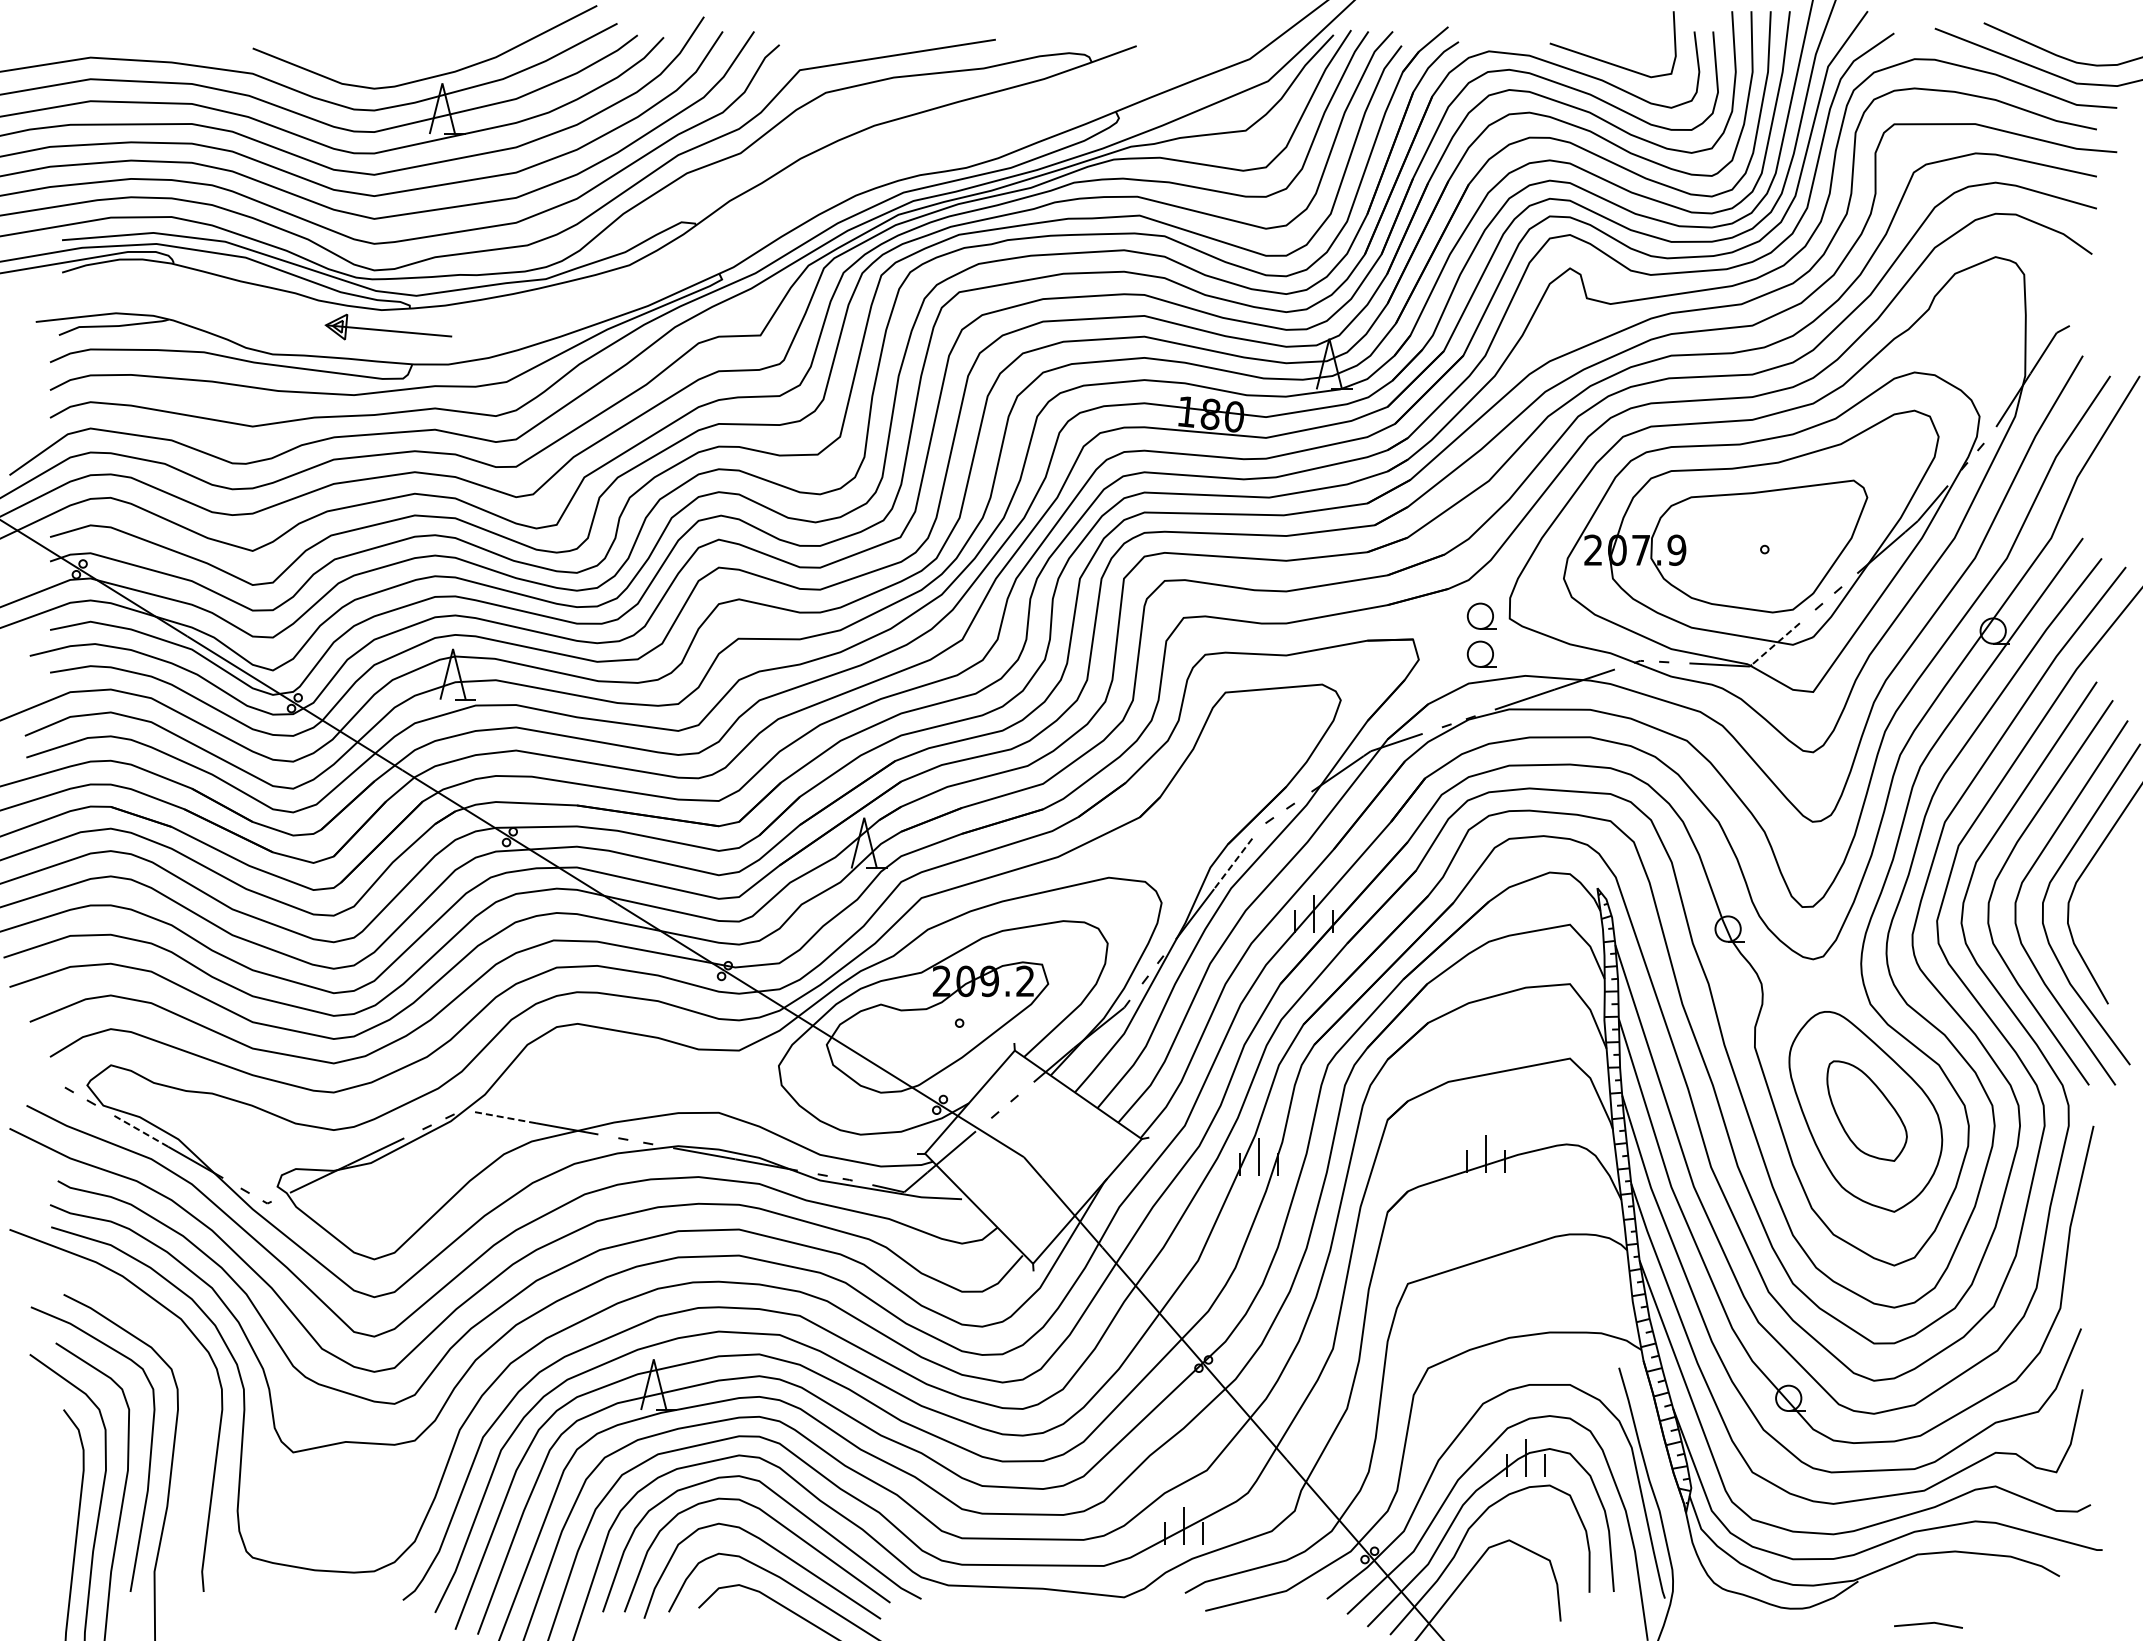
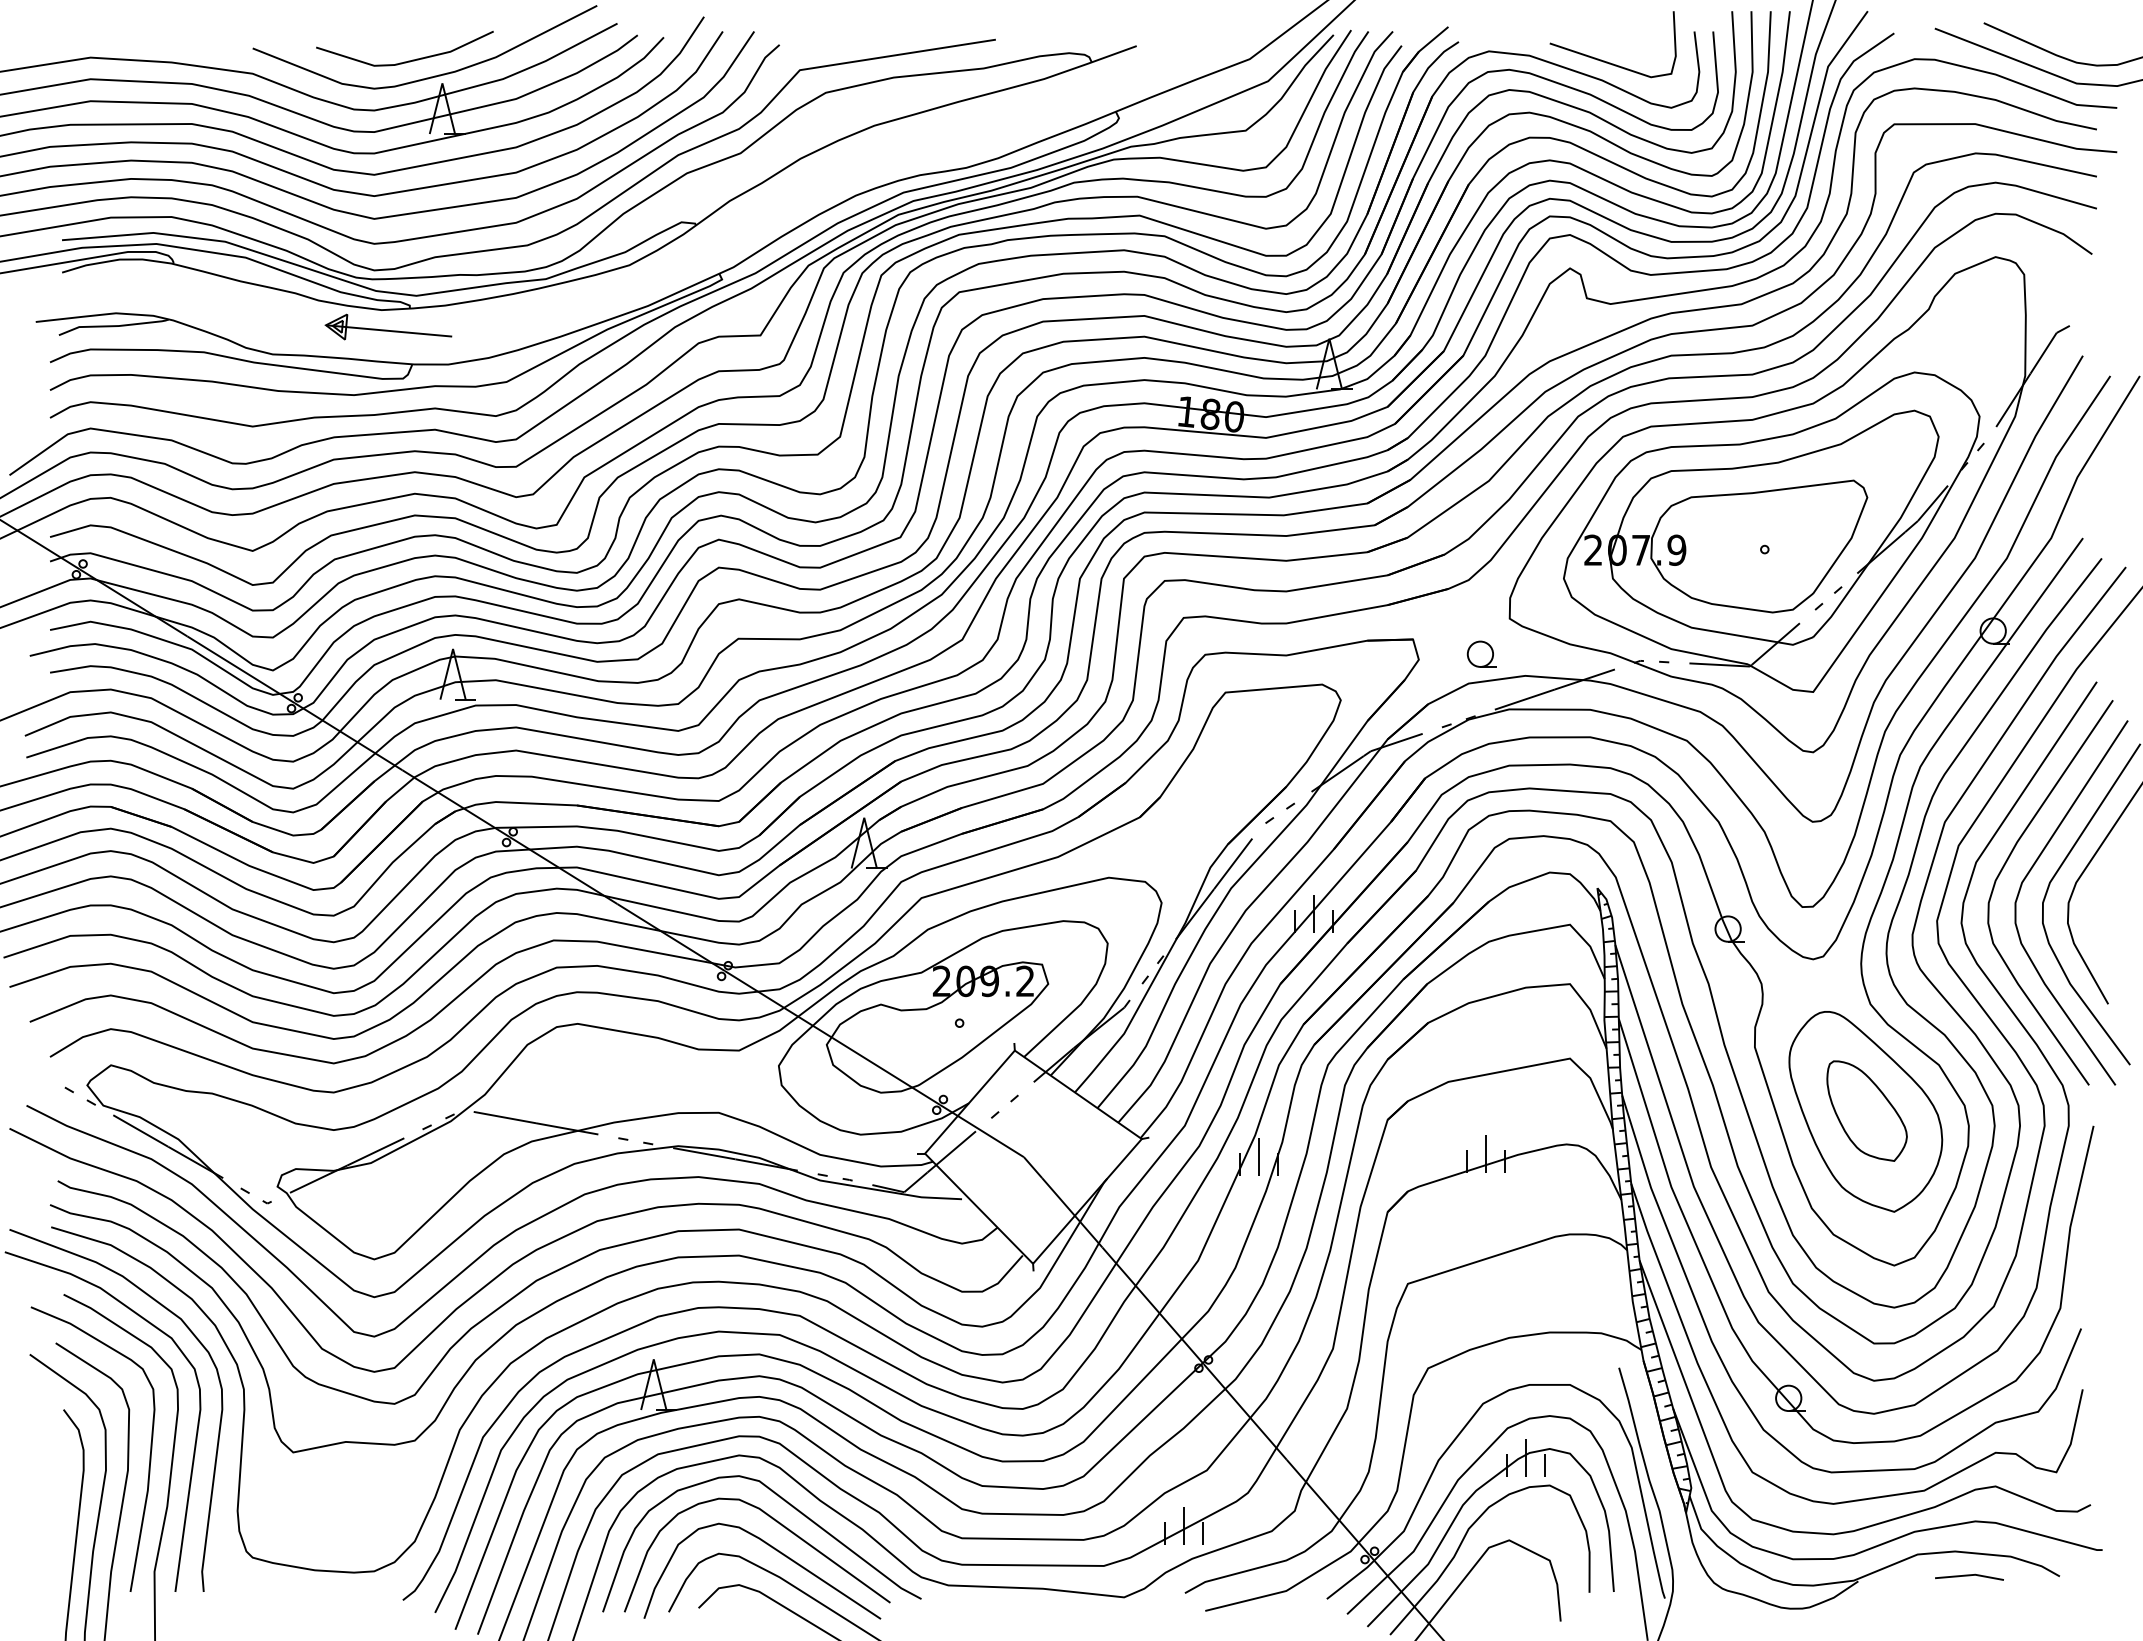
line at (408, 60): none -> present
part at (1481, 615): present -> none
line at (1775, 643): dashed -> solid
line at (1233, 863): dashed -> solid
line at (504, 1117): dashed -> solid
line at (140, 1130): dashed -> solid
curve at (195, 1436): none -> present
line at (1928, 1624) position: (1928, 1624) -> (1969, 1576)
